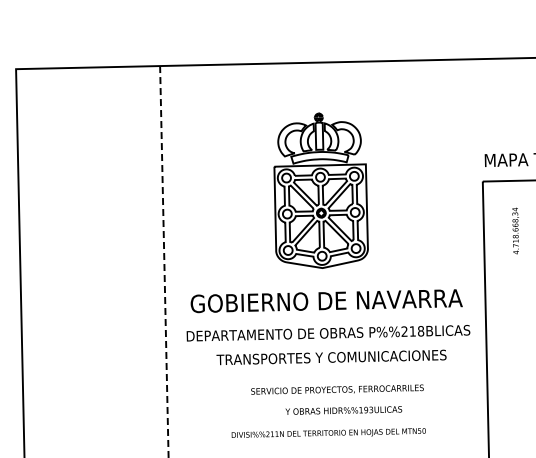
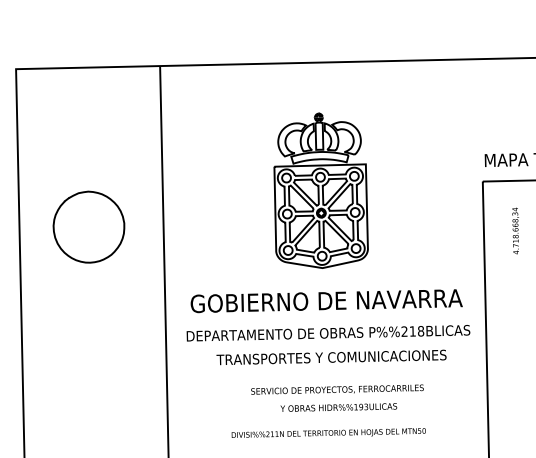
part at (88, 226): none -> present
line at (164, 261): dashed -> solid
text at (343, 410) position: (343, 410) -> (338, 407)
